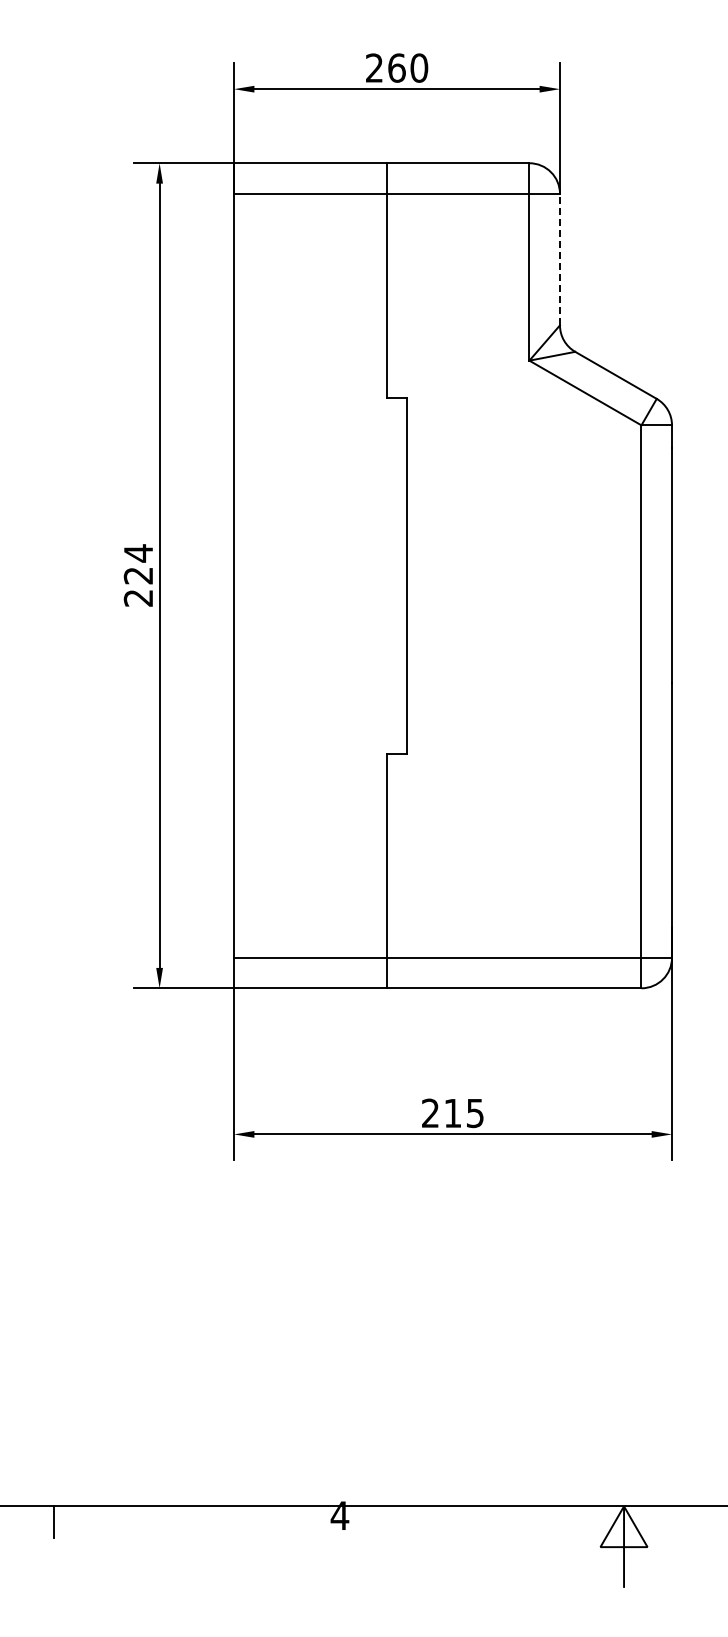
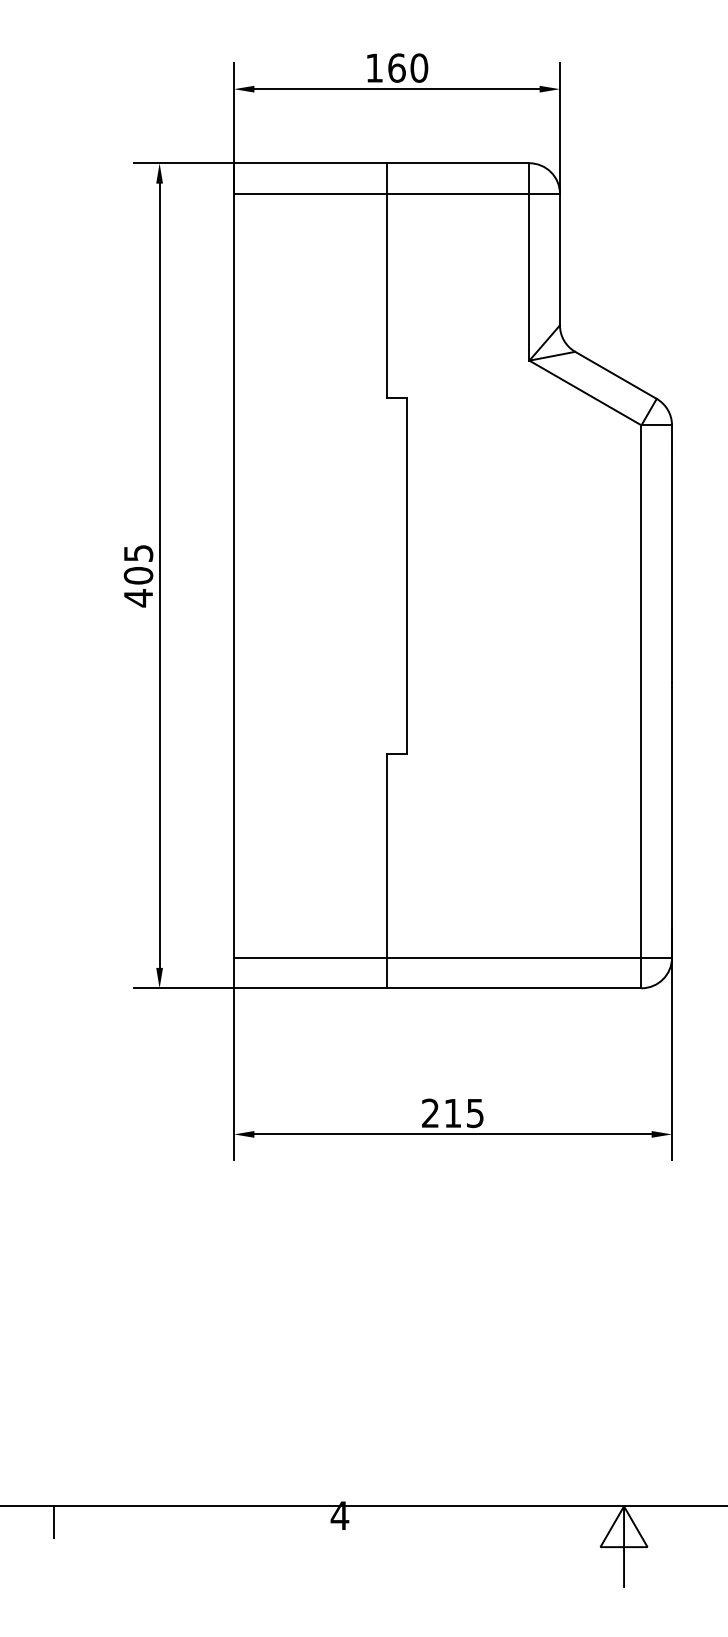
text at (374, 67): 260 -> 160
line at (559, 259): dashed -> solid
text at (138, 575): 224 -> 405
